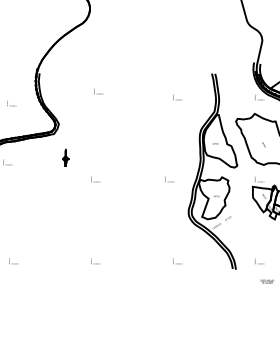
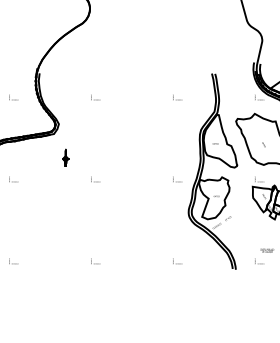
text at (98, 91) position: (98, 91) -> (95, 97)
text at (11, 103) position: (11, 103) -> (13, 97)
text at (7, 162) position: (7, 162) -> (13, 179)
text at (169, 179) position: (169, 179) -> (177, 179)
text at (267, 281) position: (267, 281) -> (267, 250)
